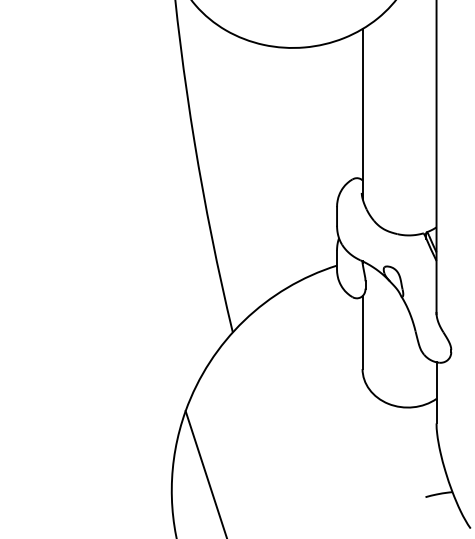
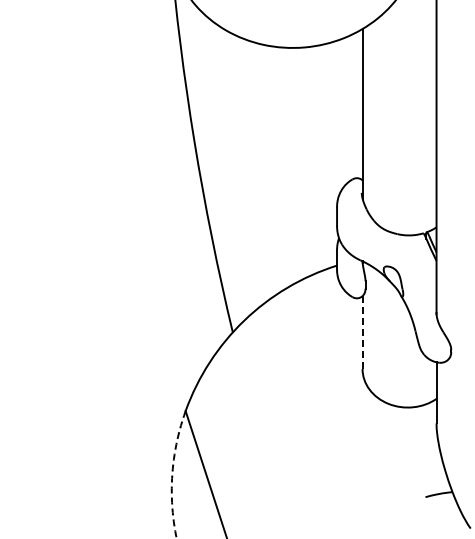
line at (362, 332): solid -> dashed
arc at (172, 475): solid -> dashed
